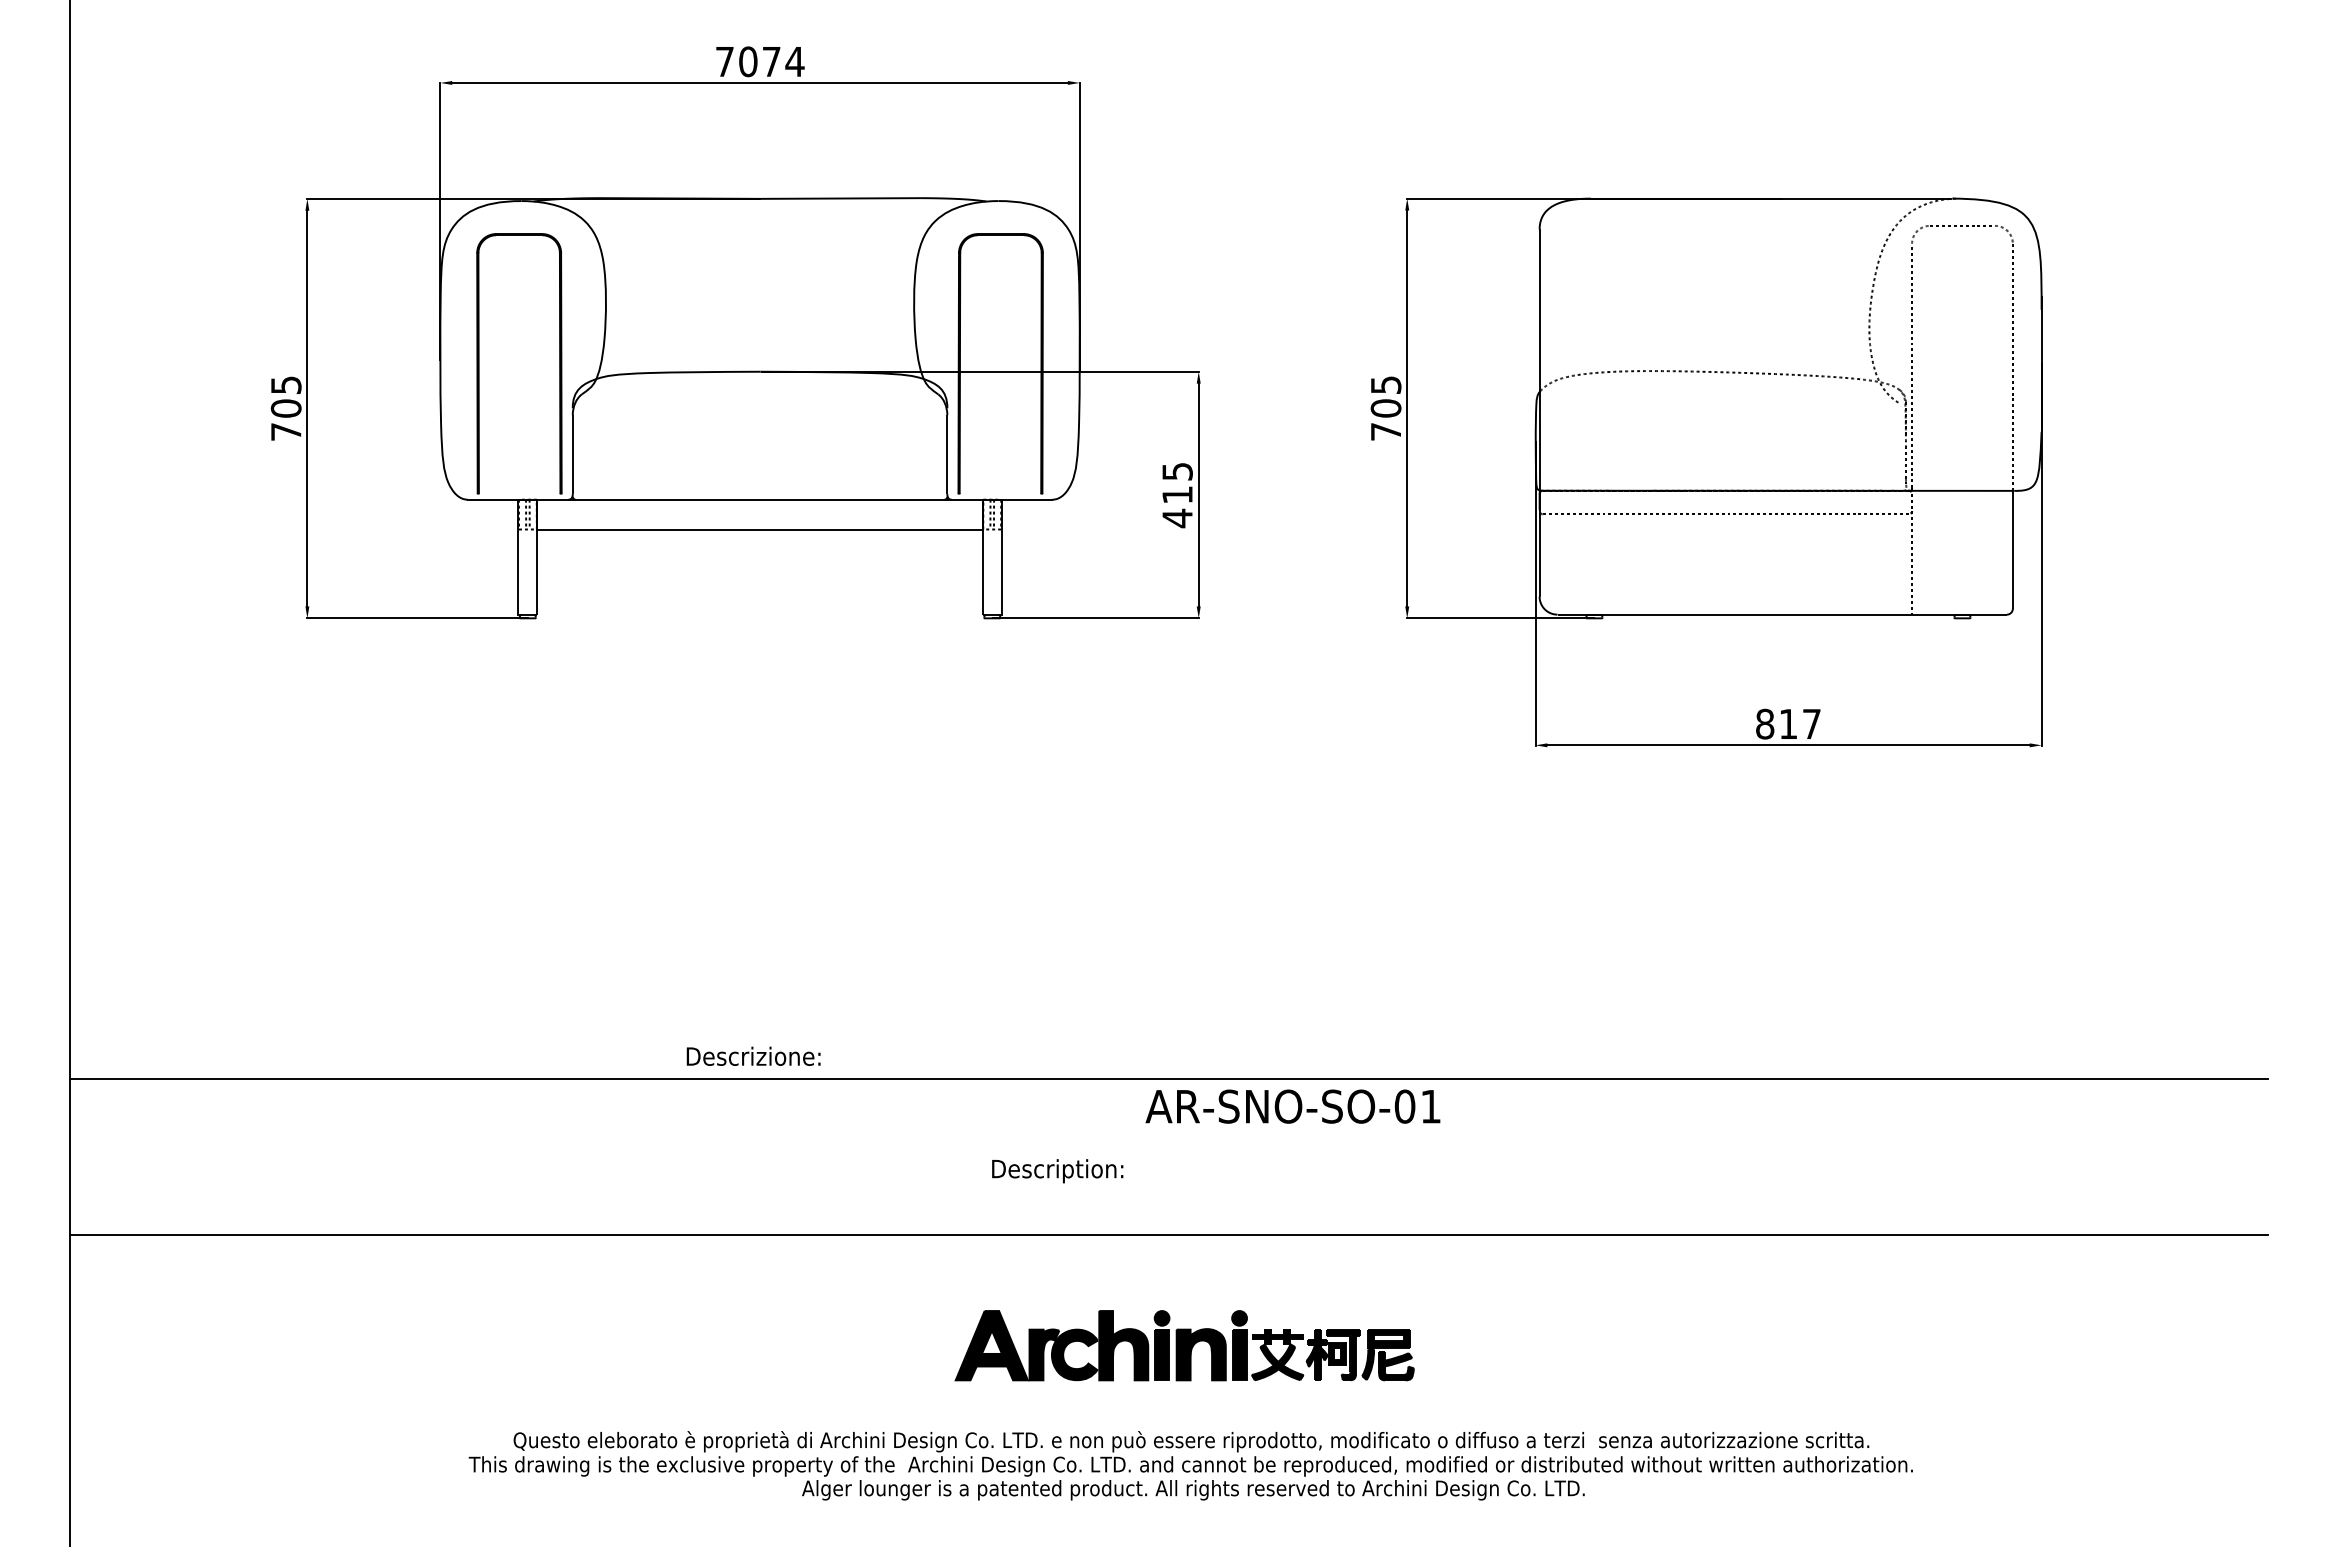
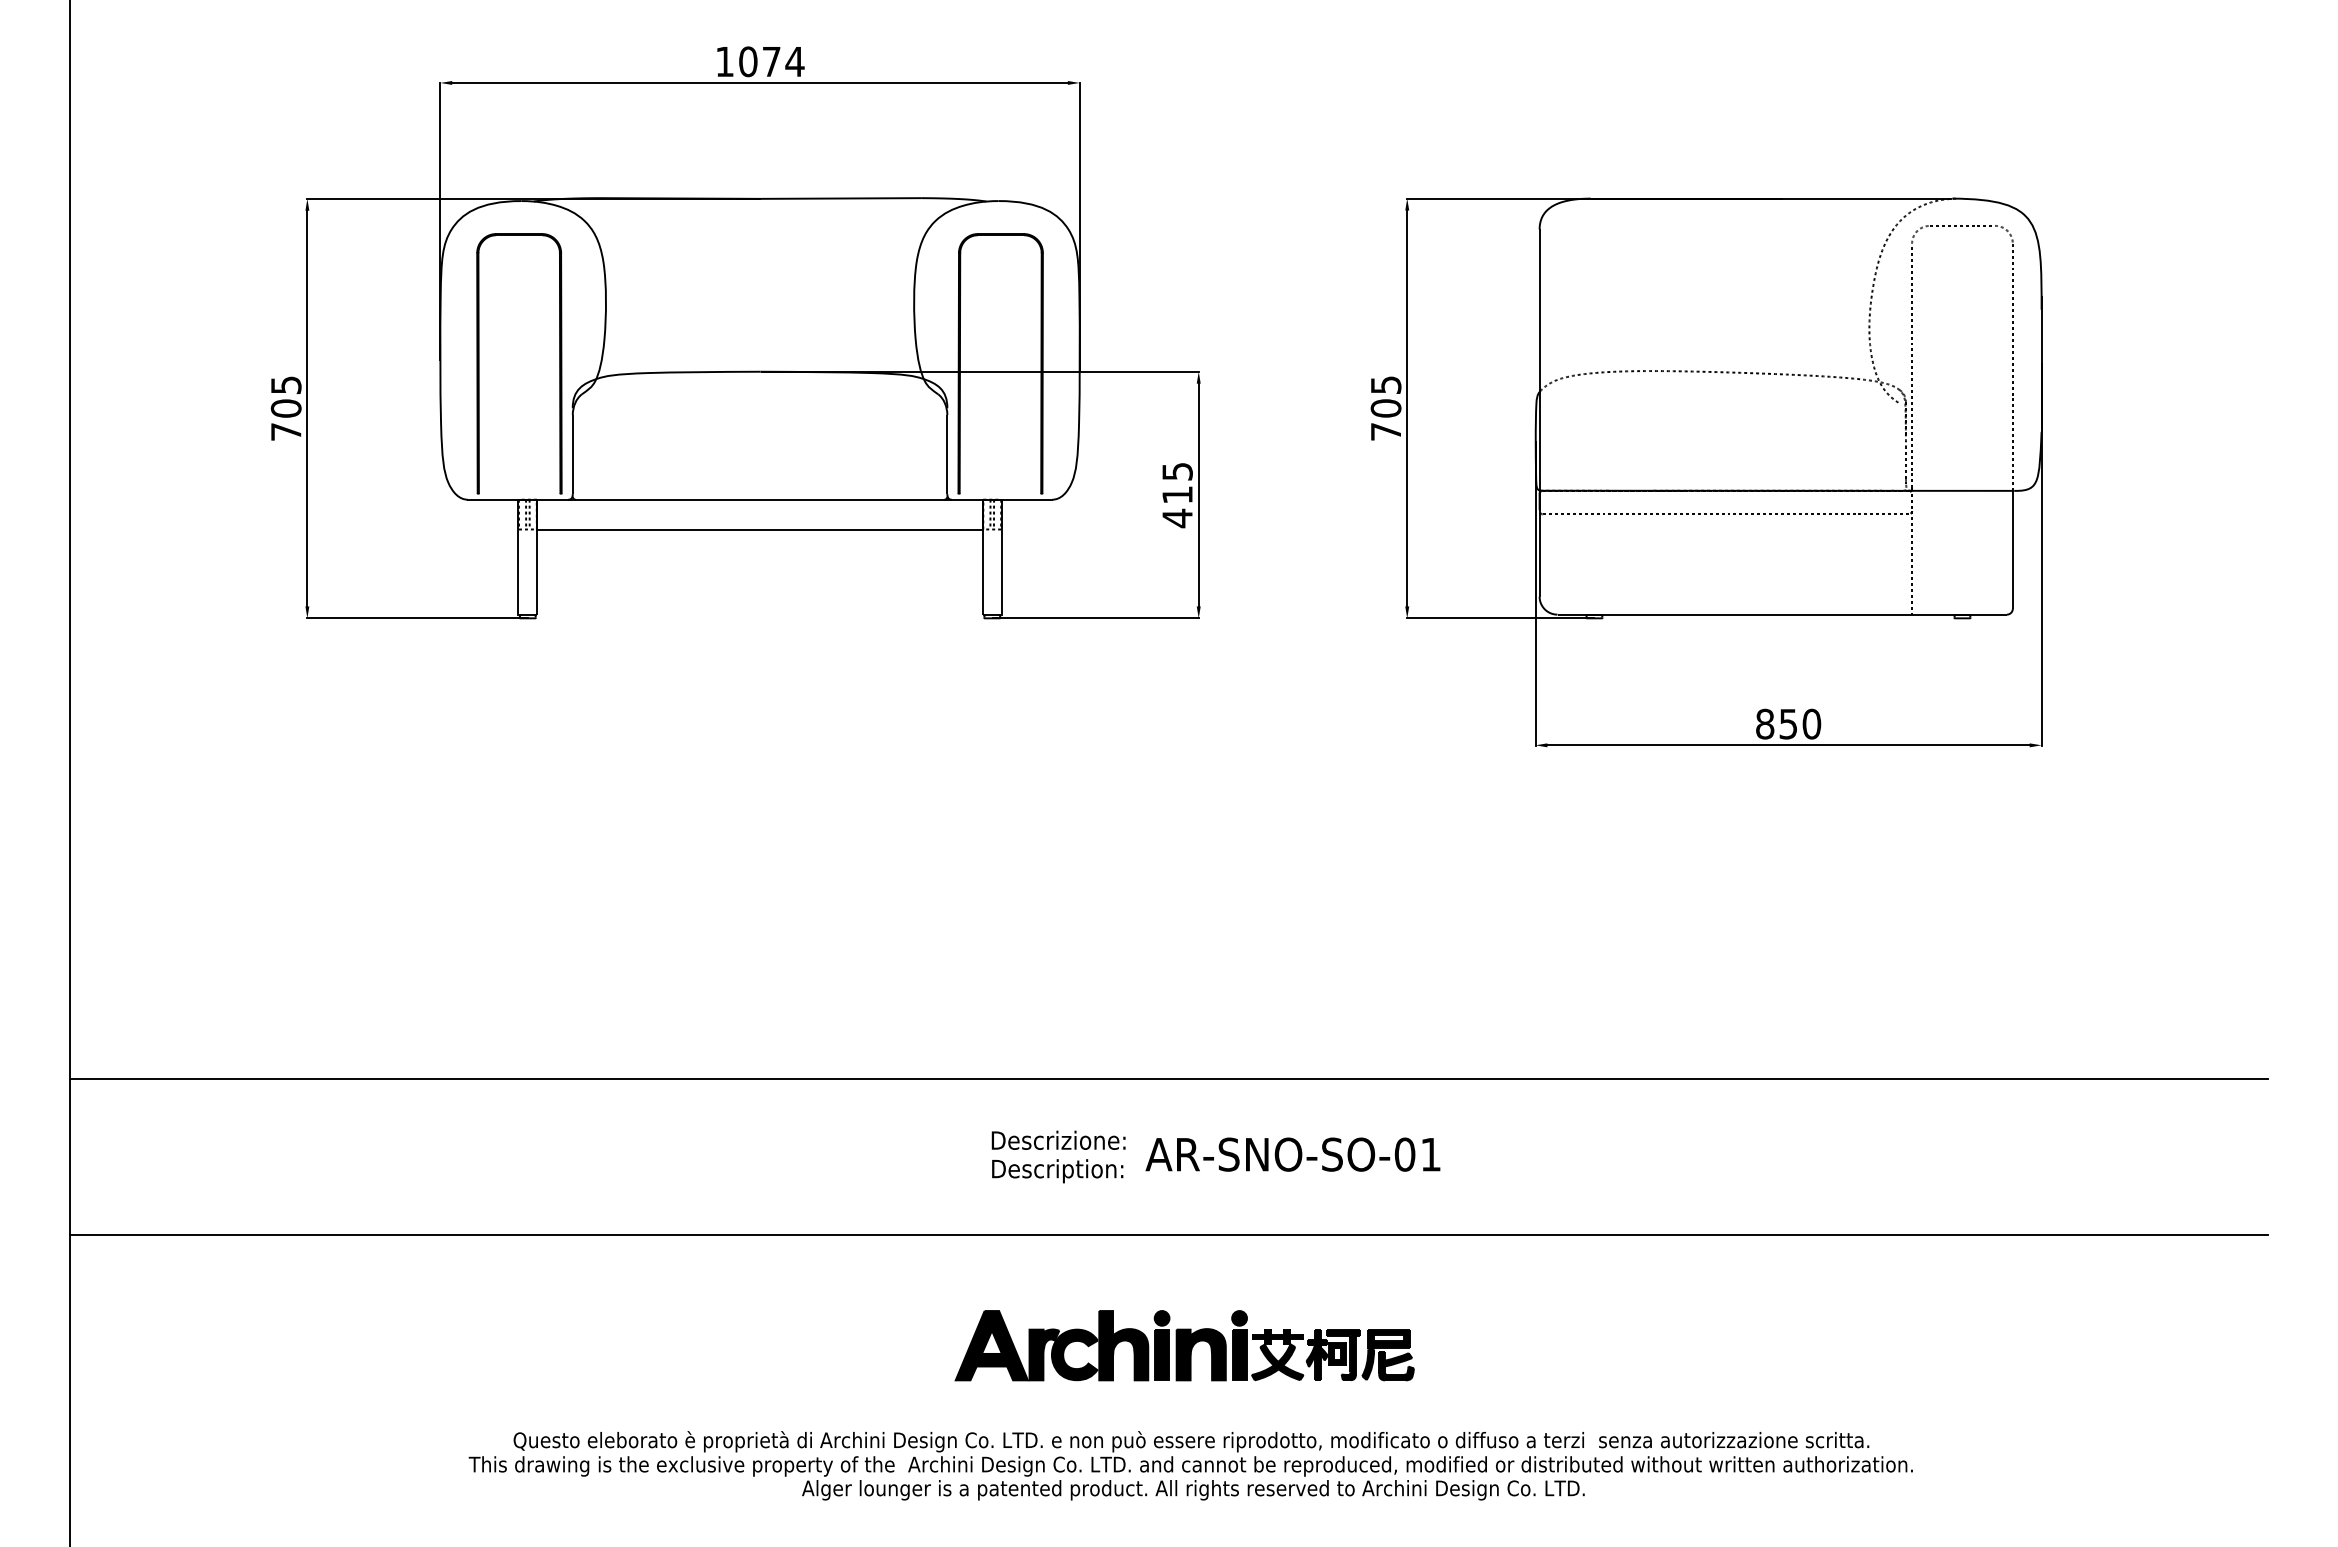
text at (724, 61): 7074 -> 1074
text at (1800, 723): 817 -> 850
text at (753, 1055) position: (753, 1055) -> (1058, 1139)
text at (1292, 1106) position: (1292, 1106) -> (1292, 1154)
